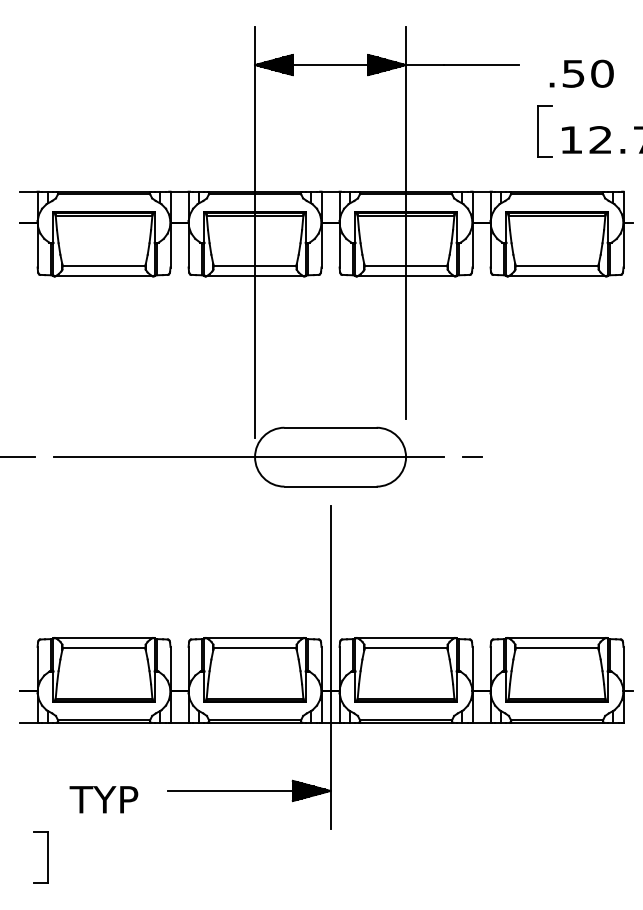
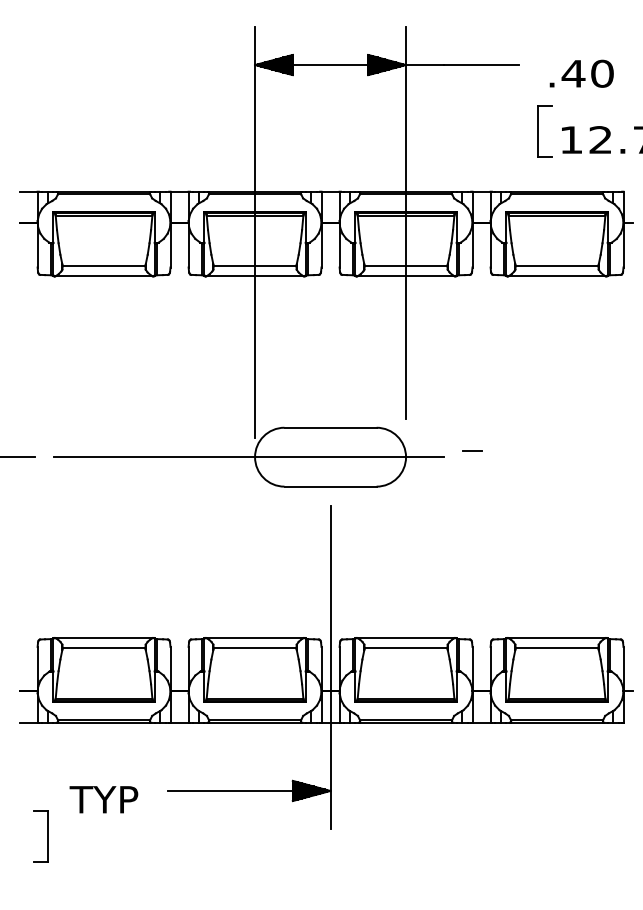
text at (573, 73): .50 -> .40
line at (472, 456) position: (472, 456) -> (472, 450)
part at (47, 857) position: (47, 857) -> (47, 836)
